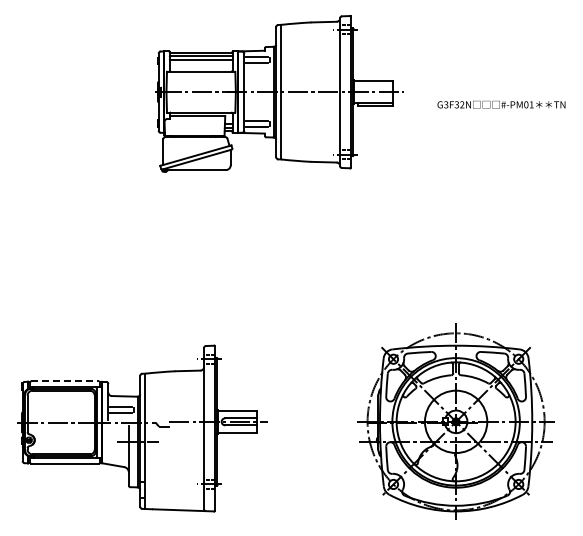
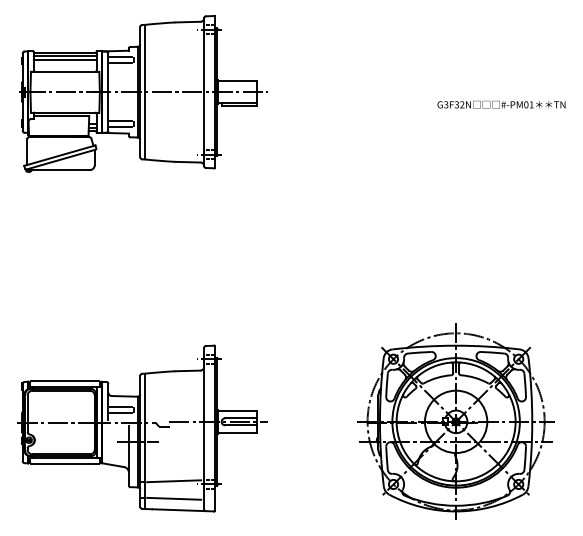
part at (279, 93) position: (279, 93) -> (143, 93)
line at (65, 381): dashed -> solid
line at (174, 481): none -> present
line at (174, 498): none -> present
